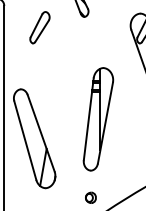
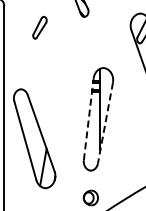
part at (39, 27) size: 22x34 px -> 16x25 px
line at (88, 118): solid -> dashed
line at (105, 123): solid -> dashed
part at (90, 197) size: 12x13 px -> 17x18 px
